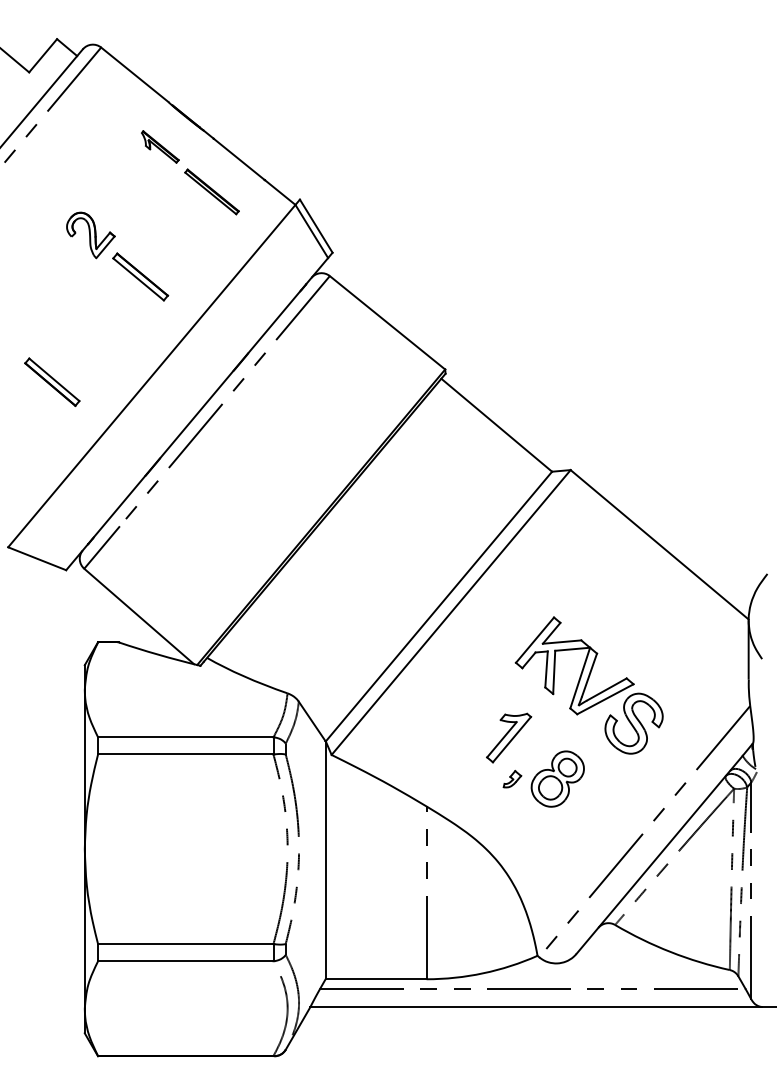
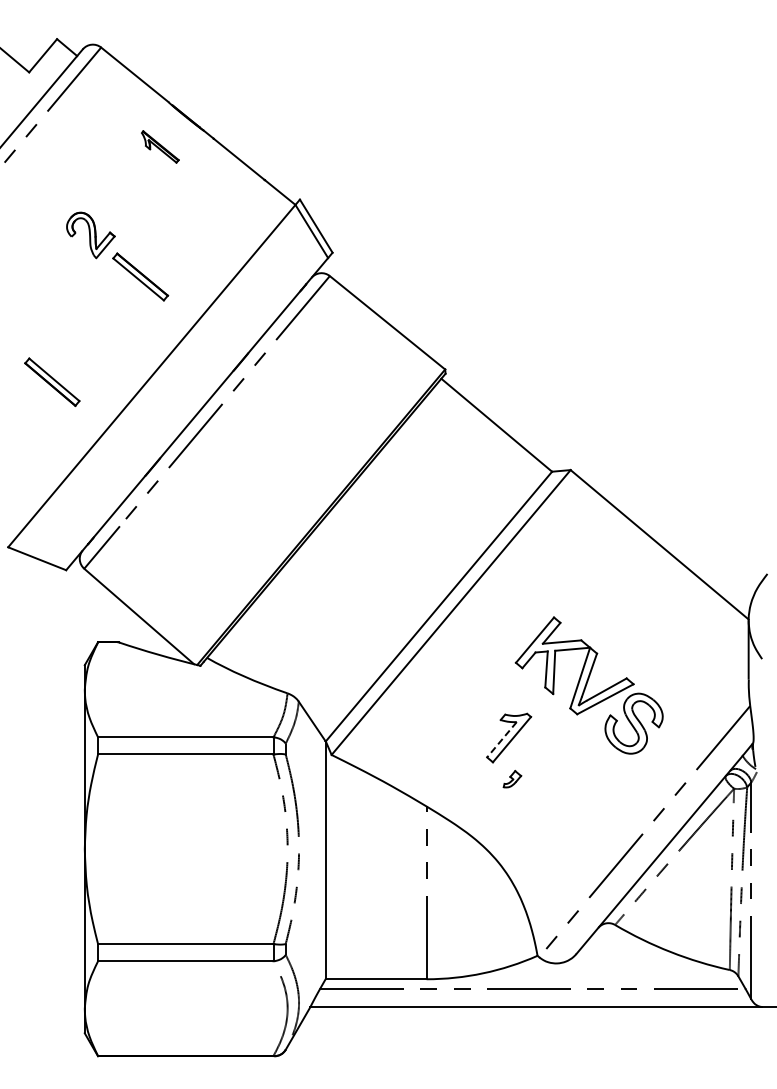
part at (211, 191): present -> none
line at (501, 740): solid -> dashed
part at (557, 778): present -> none
